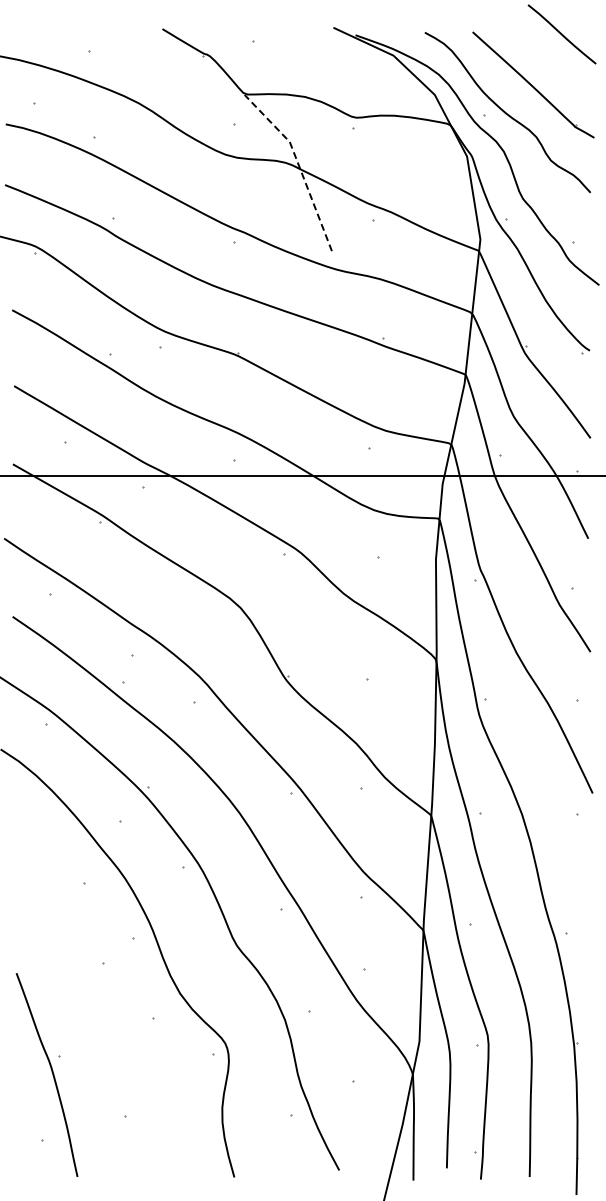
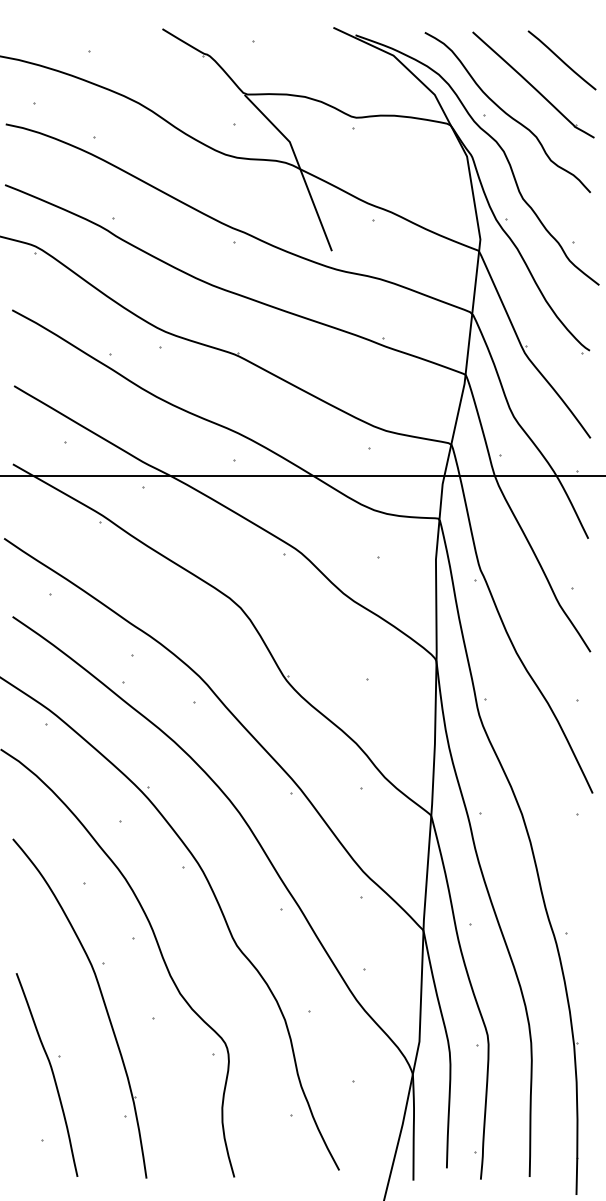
line at (561, 34) position: (561, 34) -> (561, 60)
line at (298, 165): dashed -> solid
part at (102, 1000): none -> present
